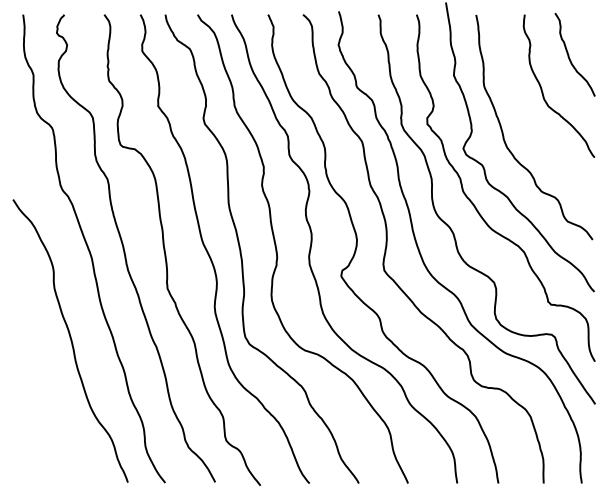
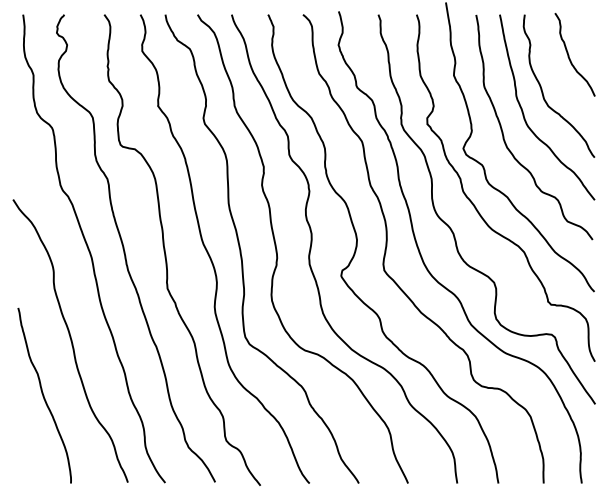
curve at (524, 114): none -> present
curve at (44, 395): none -> present
